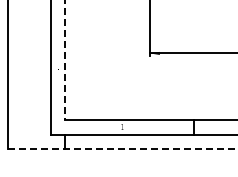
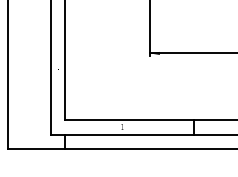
line at (65, 60): dashed -> solid
line at (123, 148): dashed -> solid
